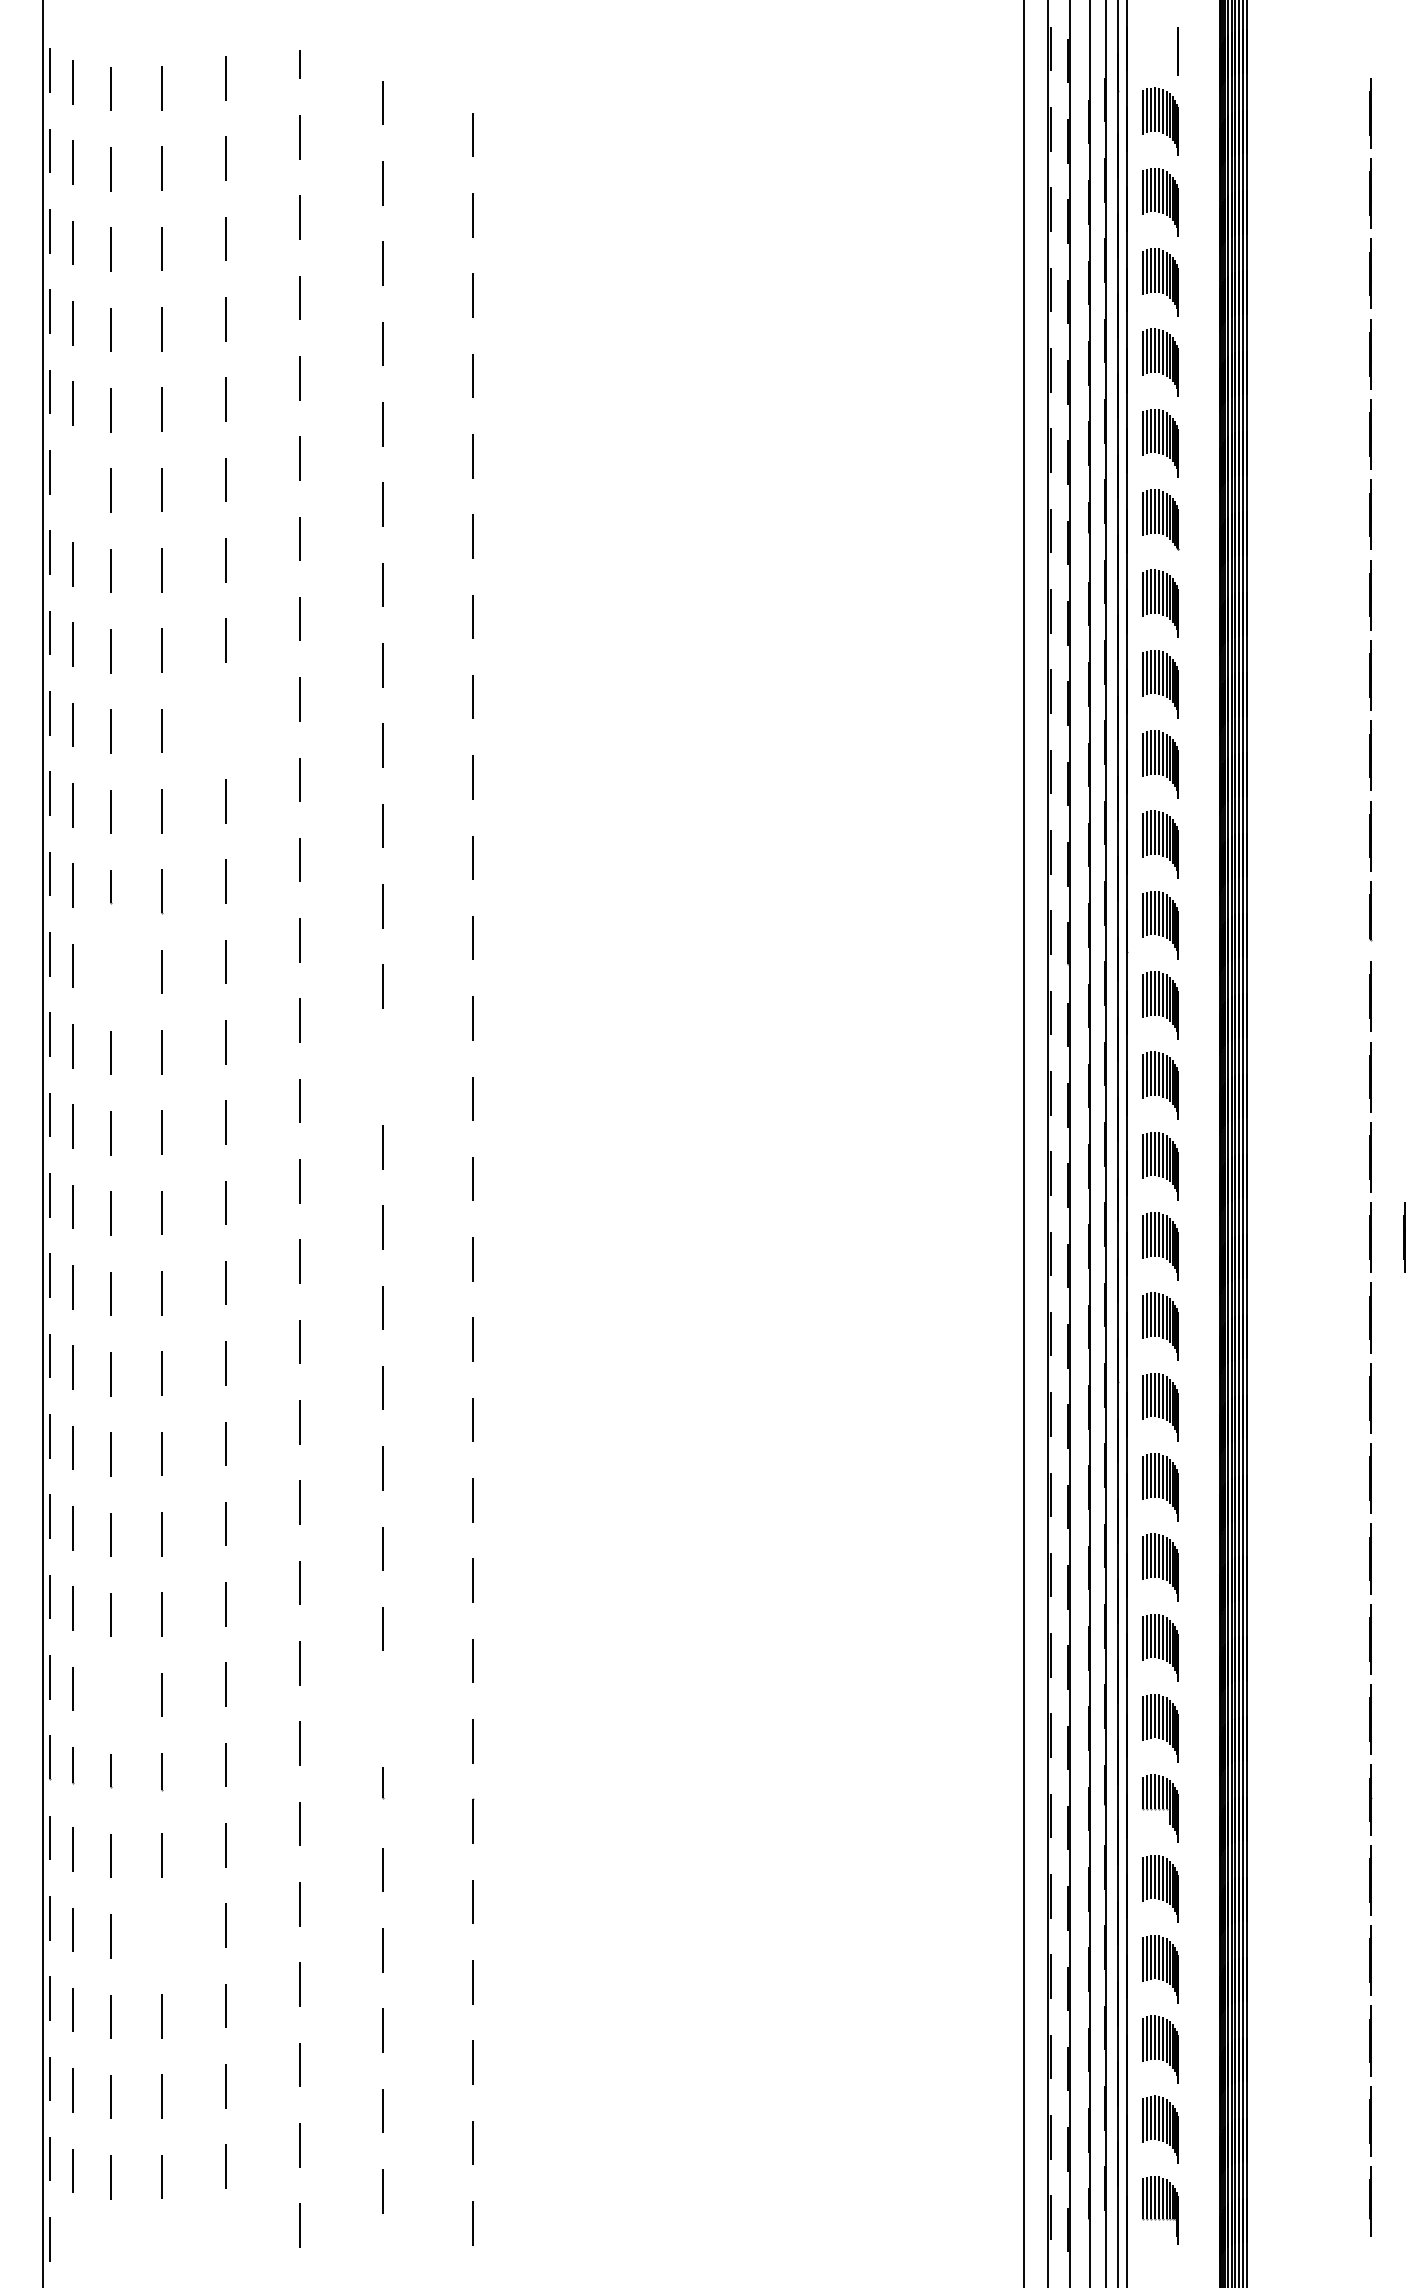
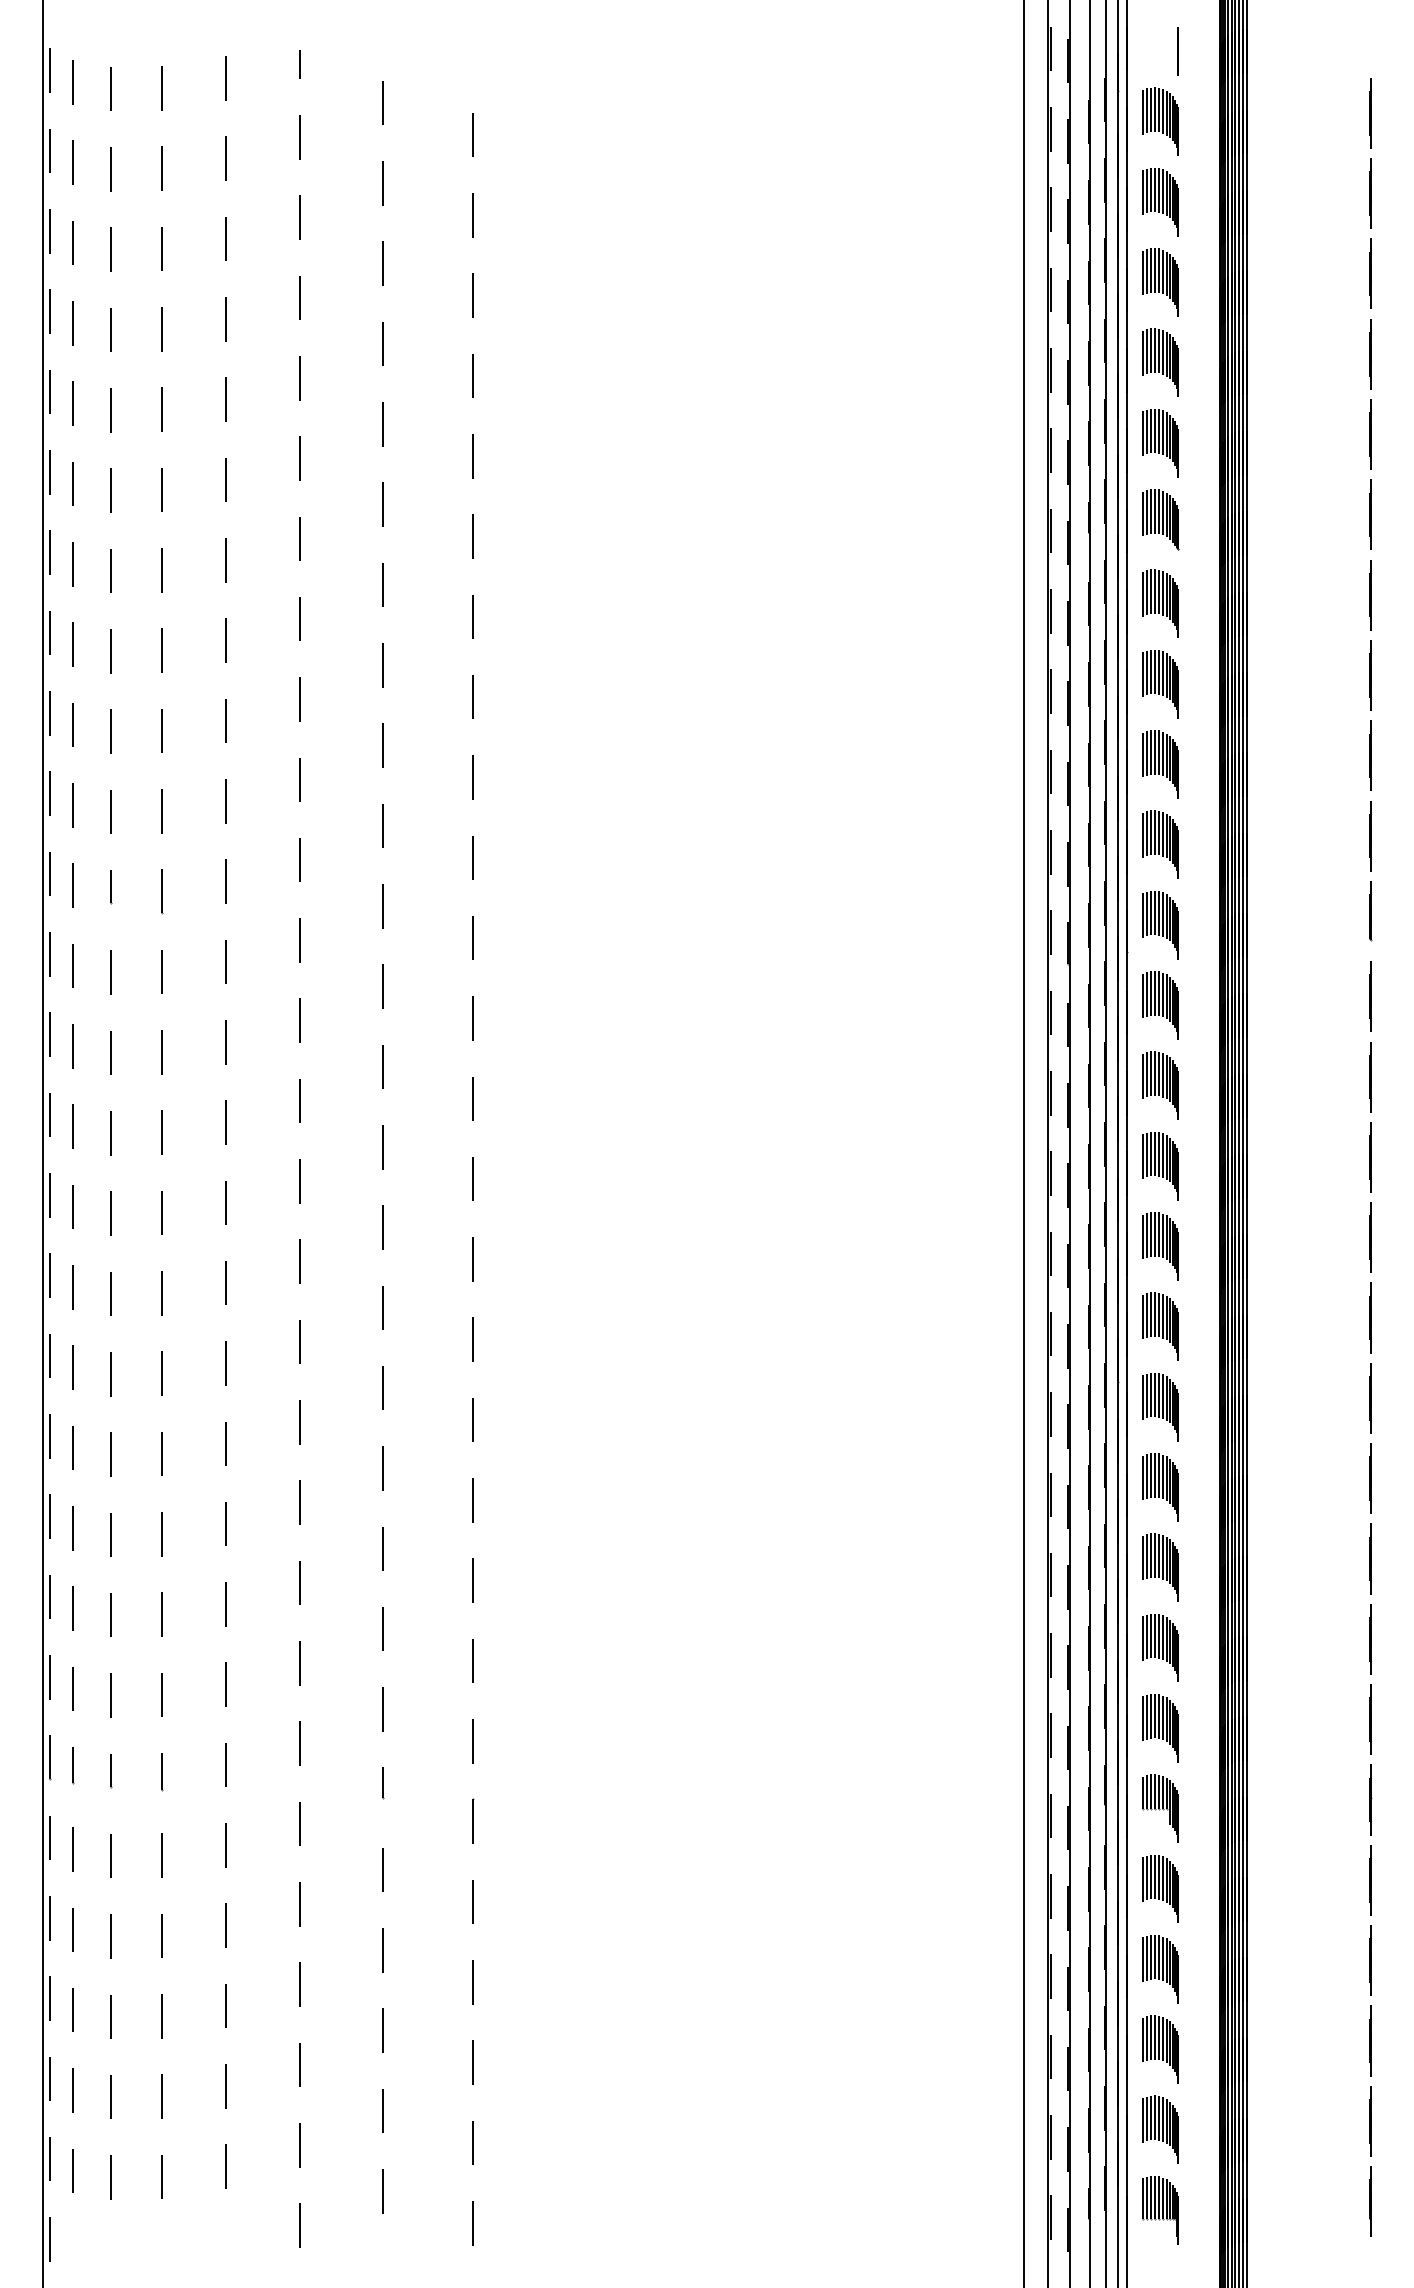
line at (72, 483): none -> present
line at (226, 720): none -> present
line at (111, 972): none -> present
line at (382, 1066): none -> present
line at (1404, 1237): present -> none
line at (111, 1695): none -> present
line at (382, 1709): none -> present
line at (162, 1935): none -> present
